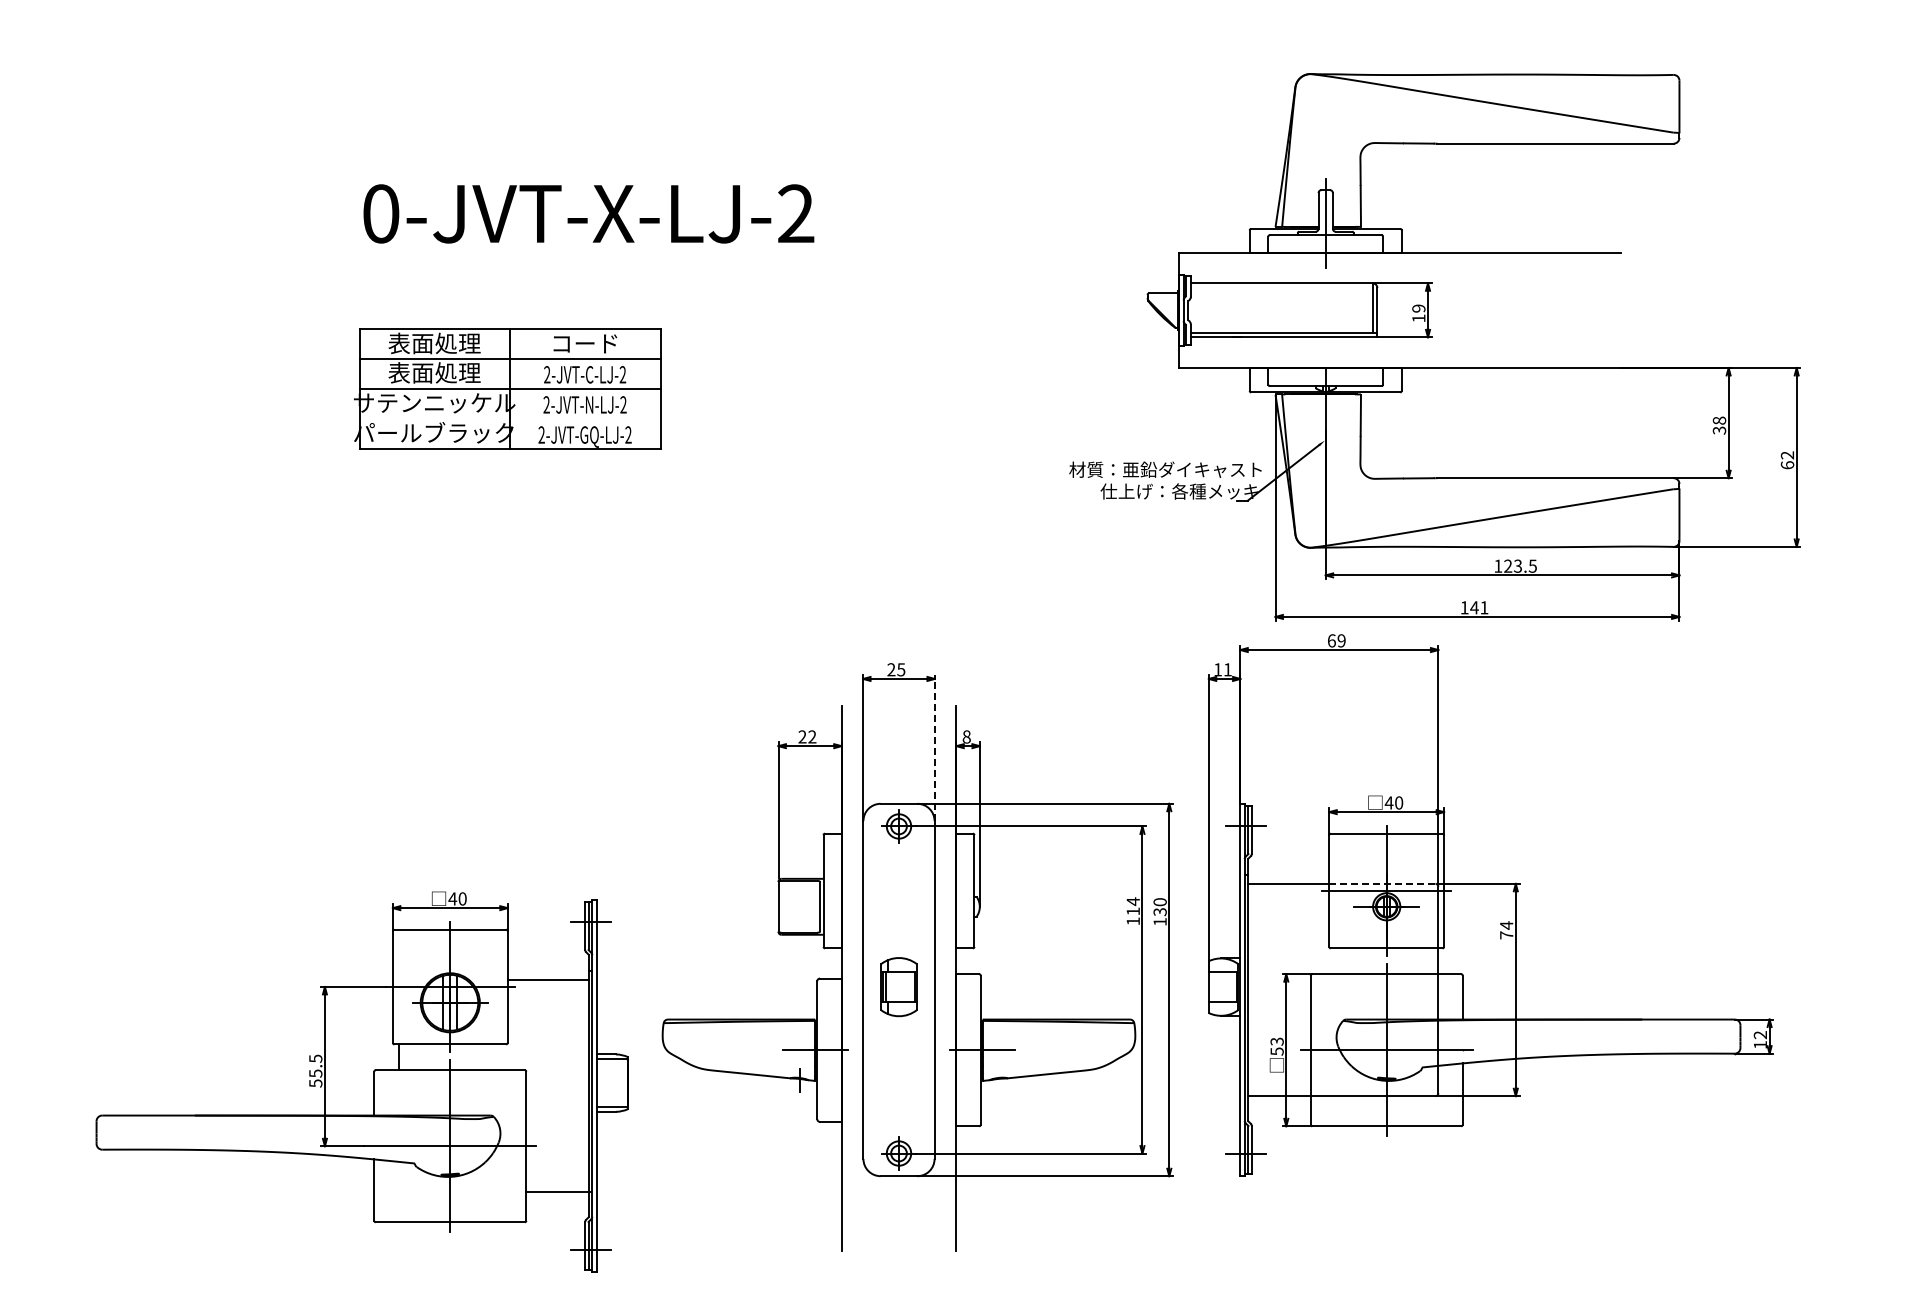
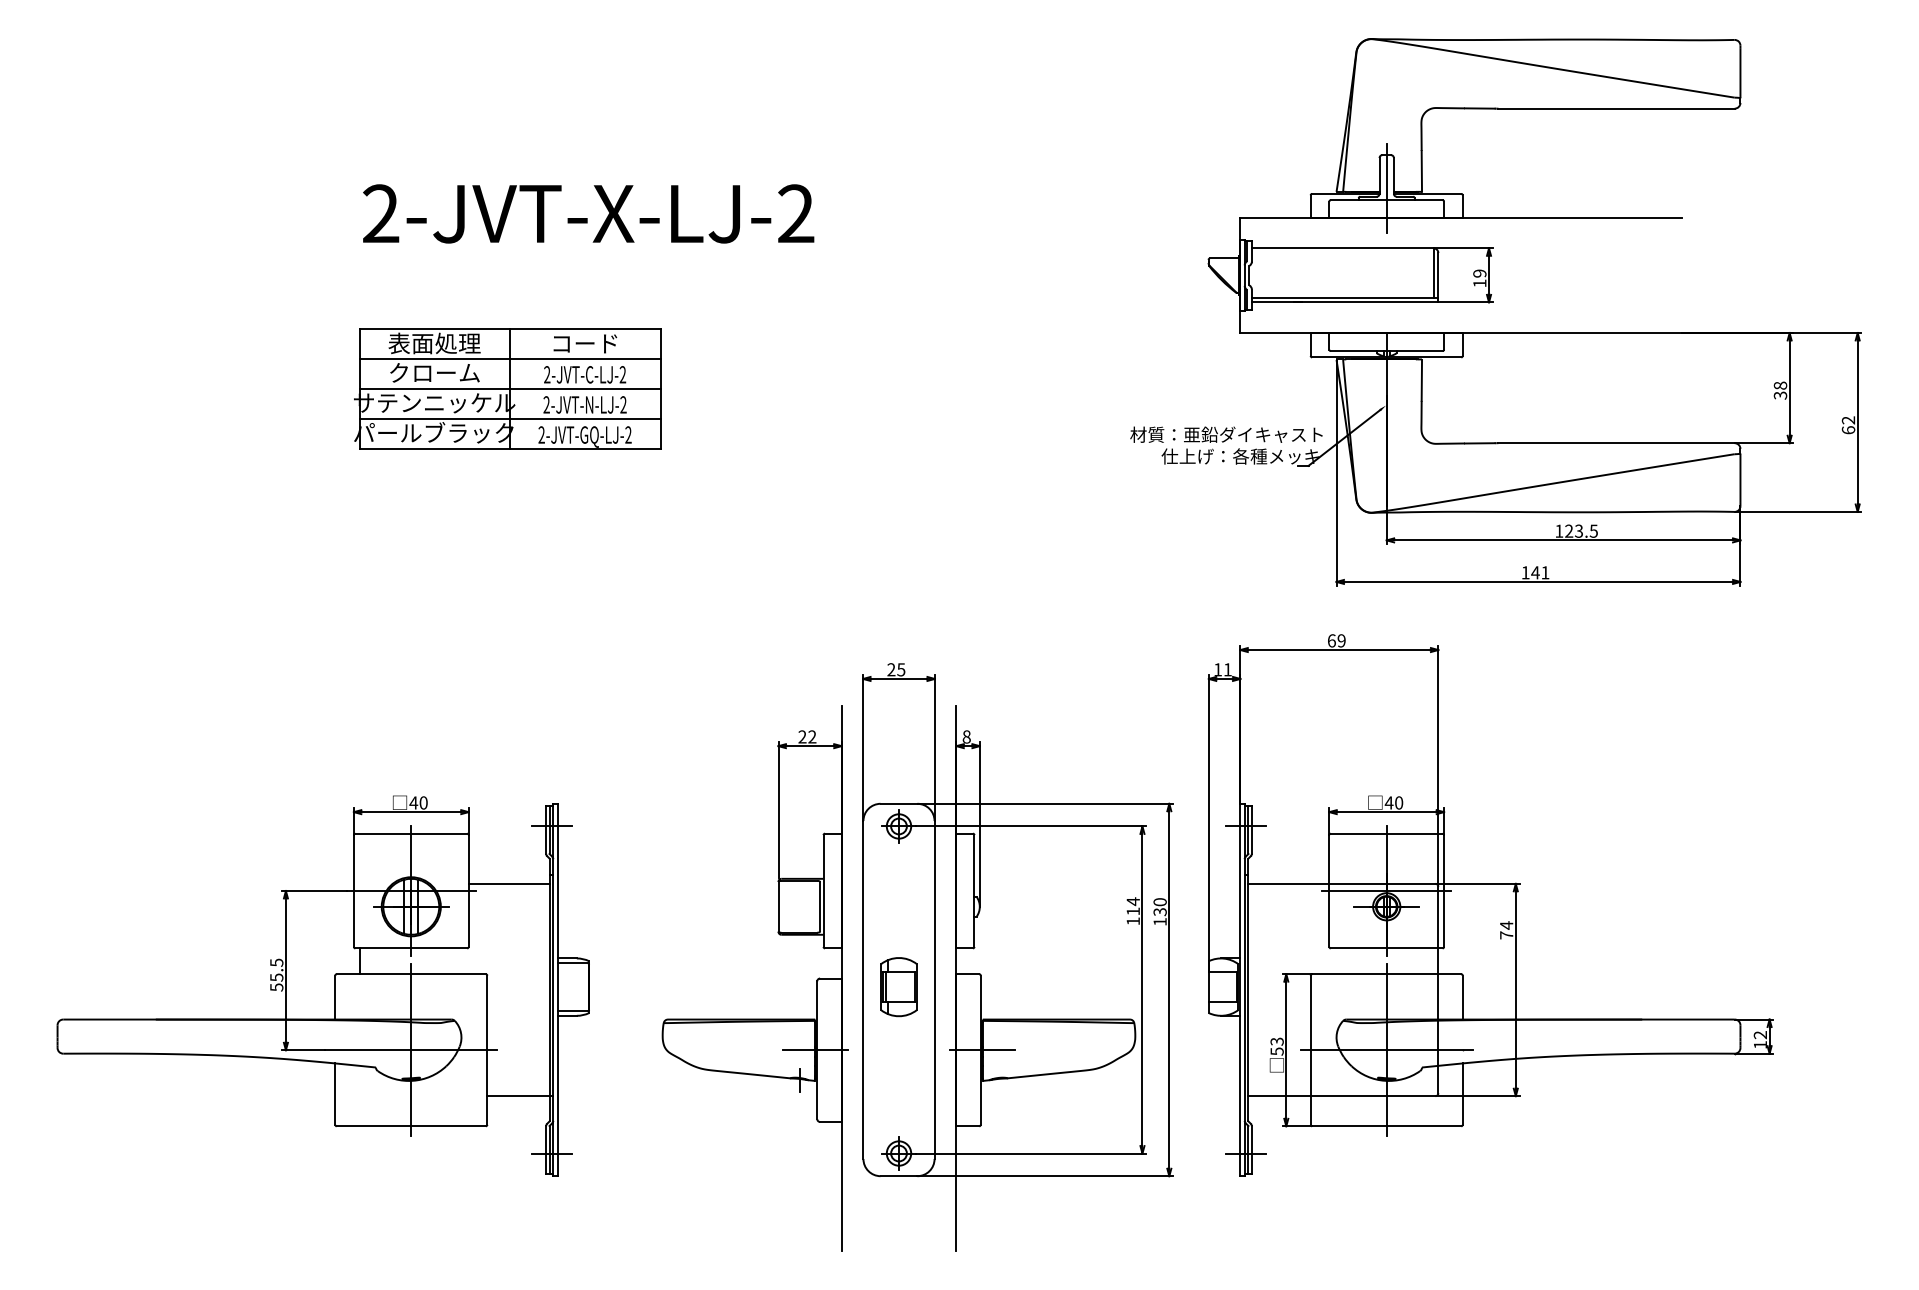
text at (381, 213): 0-JVT-X-LJ-2 -> 2-JVT-X-LJ-2
part at (1432, 337) position: (1432, 337) -> (1493, 302)
text at (434, 372): 表面処理 -> クローム
line at (509, 419): none -> present
line at (934, 747): dashed -> solid
line at (1382, 883): dashed -> solid
part at (361, 1081) position: (361, 1081) -> (322, 985)
